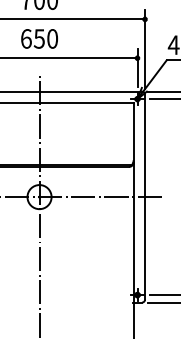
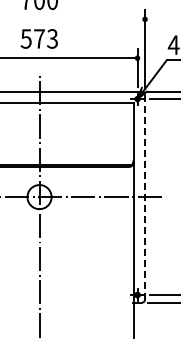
line at (73, 19): present -> none
text at (39, 38): 650 -> 573
line at (145, 197): solid -> dashed
